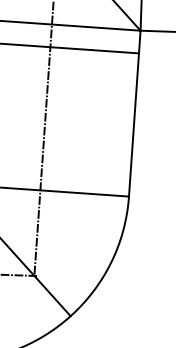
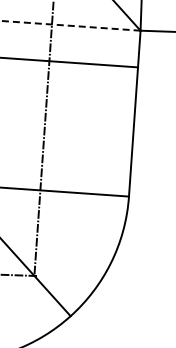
line at (69, 25): solid -> dashed
line at (70, 48) position: (70, 48) -> (70, 62)
